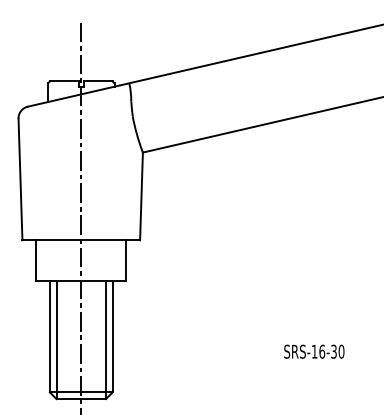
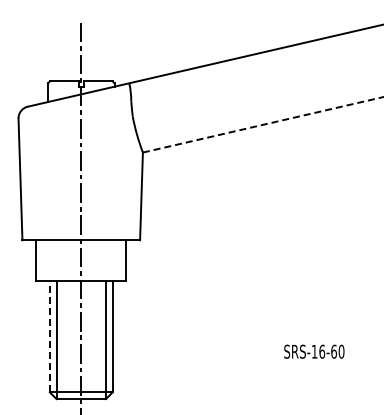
line at (263, 124): solid -> dashed
line at (49, 336): solid -> dashed
text at (333, 351): SRS-16-30 -> SRS-16-60
